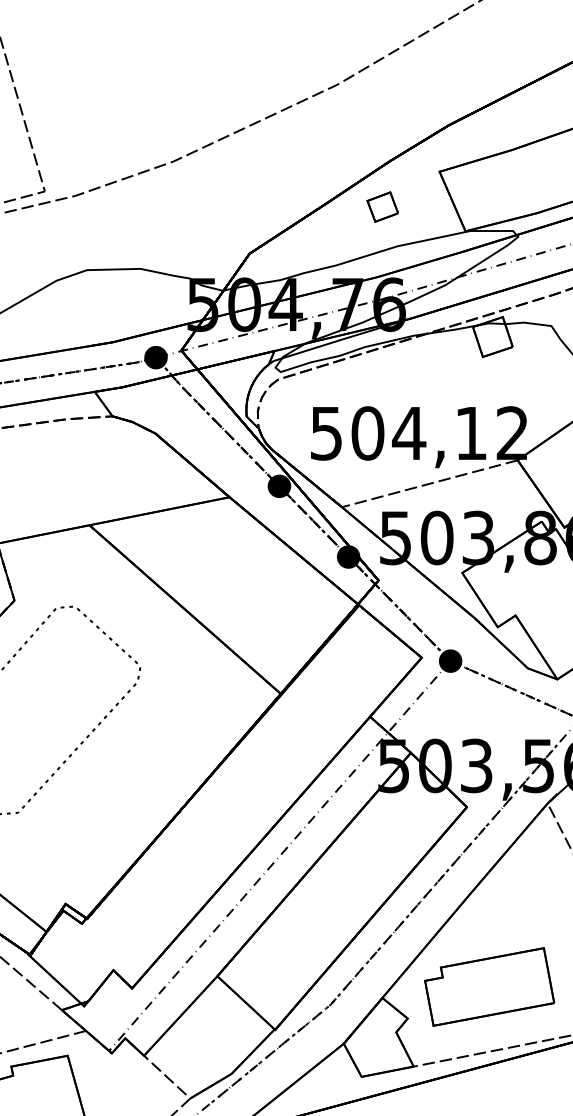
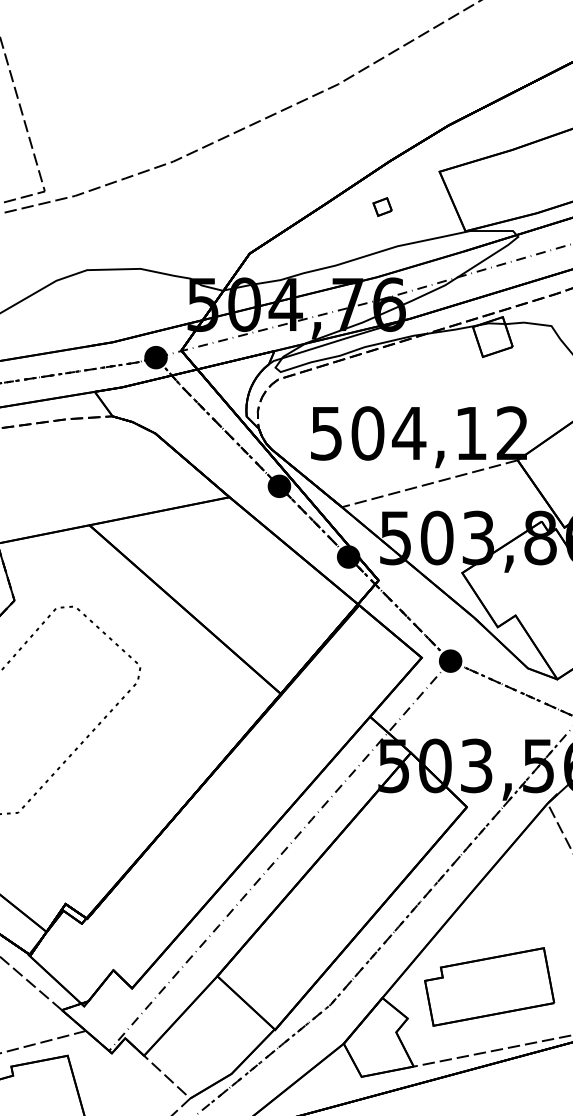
part at (382, 206) size: 33x32 px -> 21x20 px
